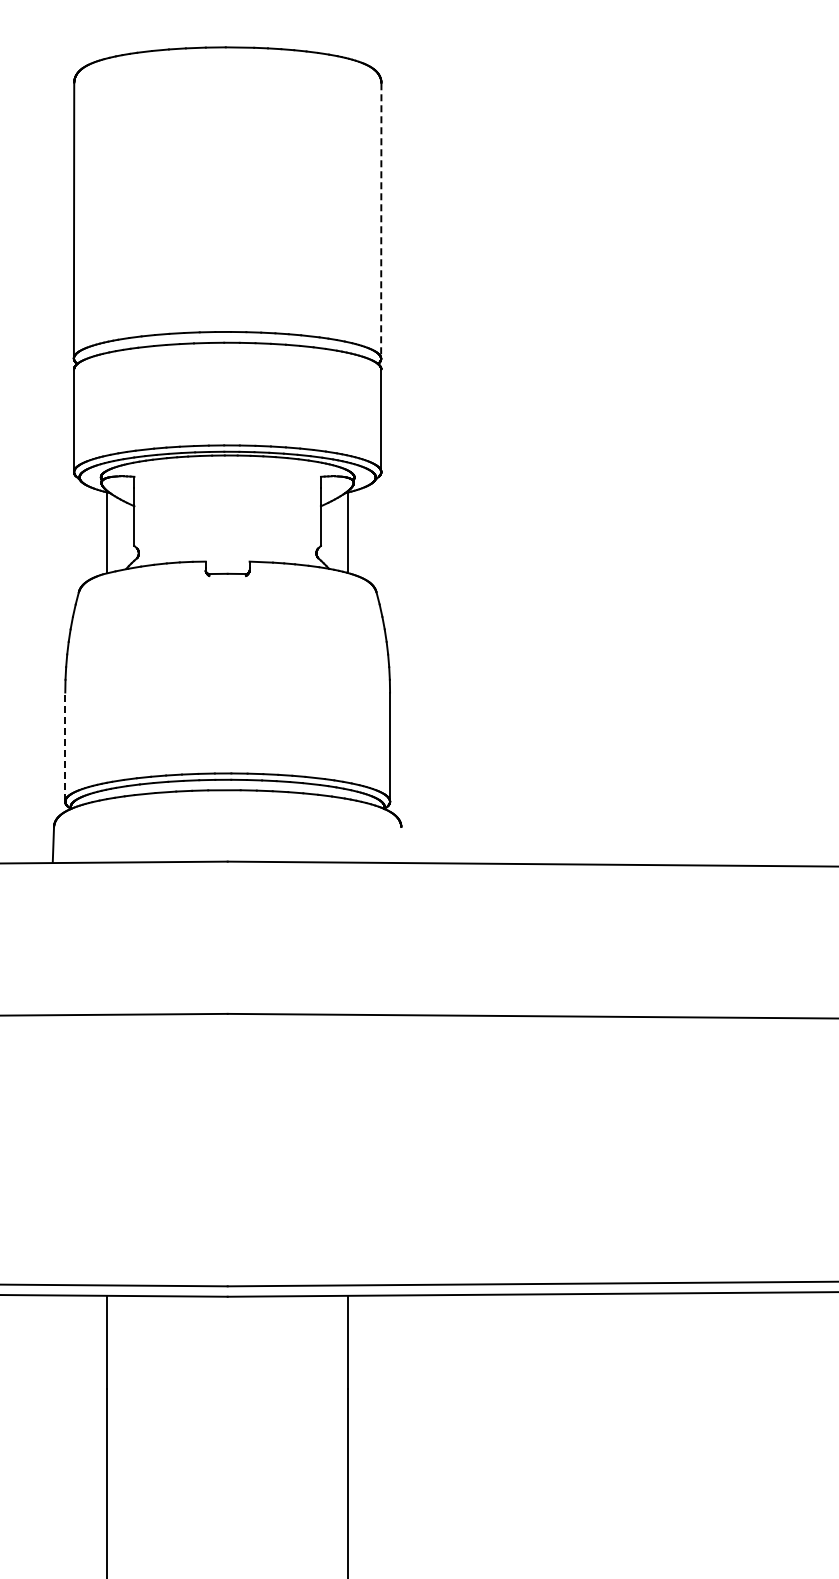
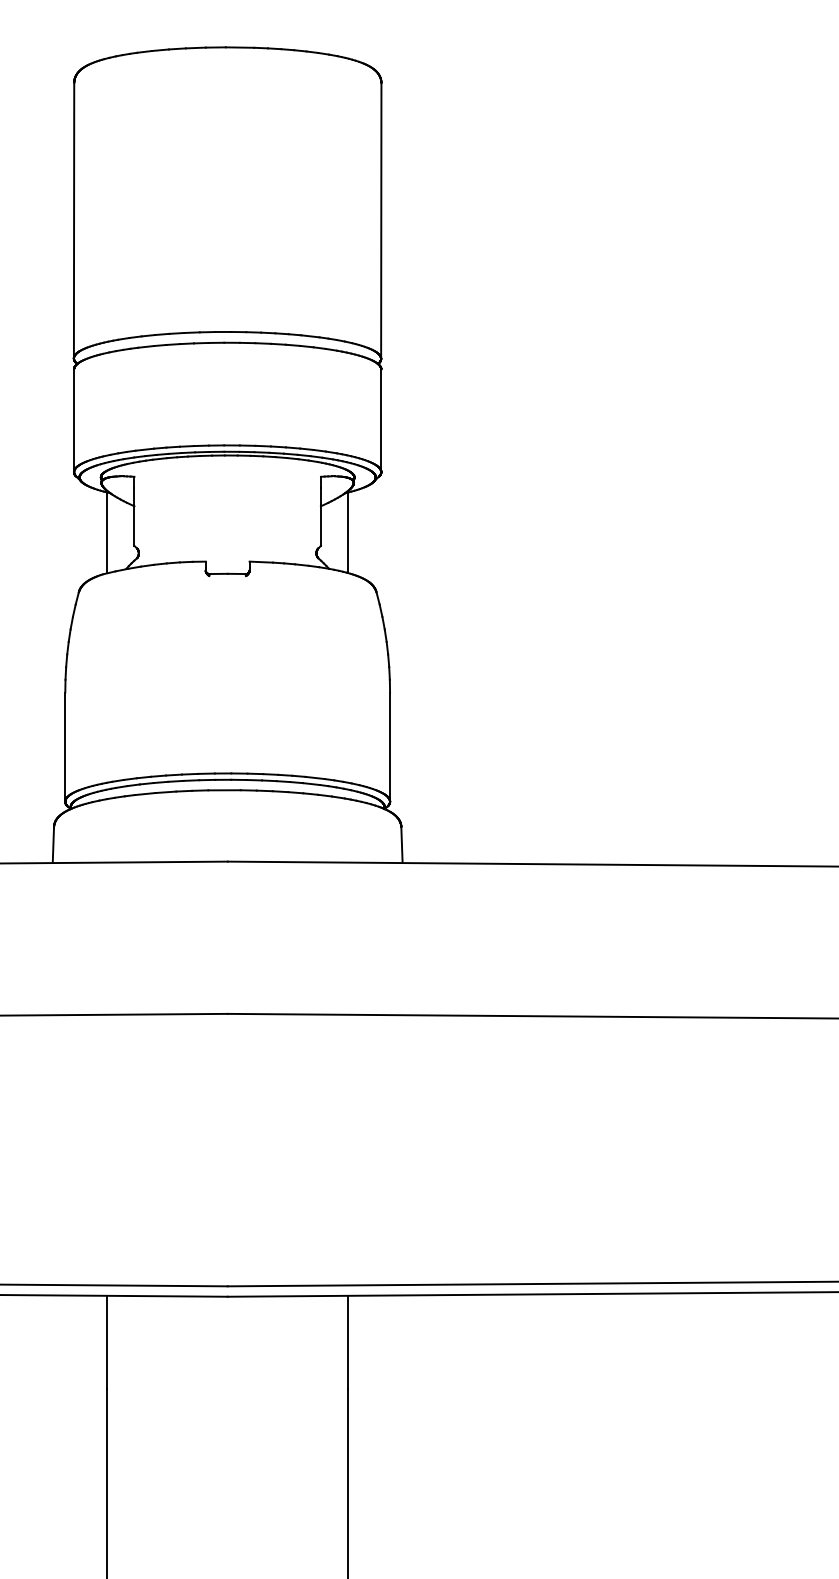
line at (381, 221): dashed -> solid
line at (65, 746): dashed -> solid
line at (401, 844): none -> present
